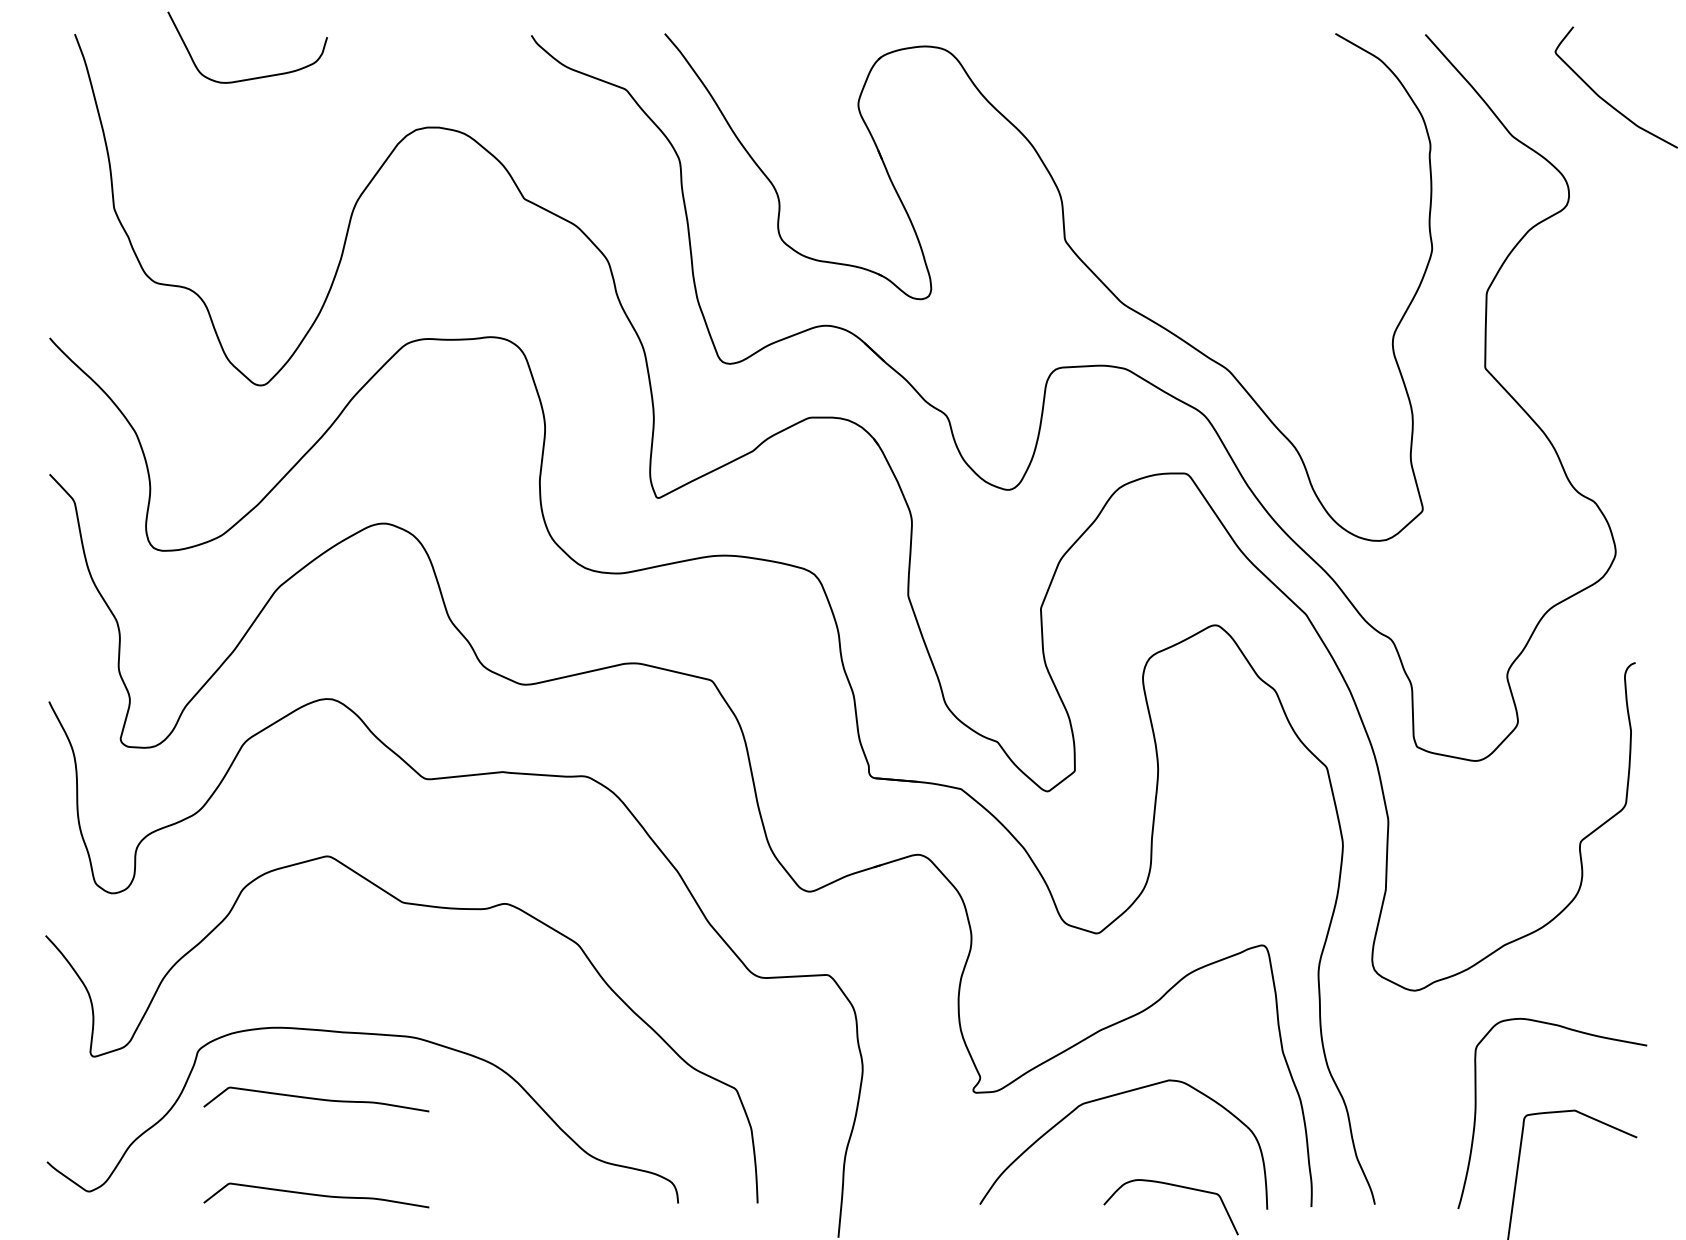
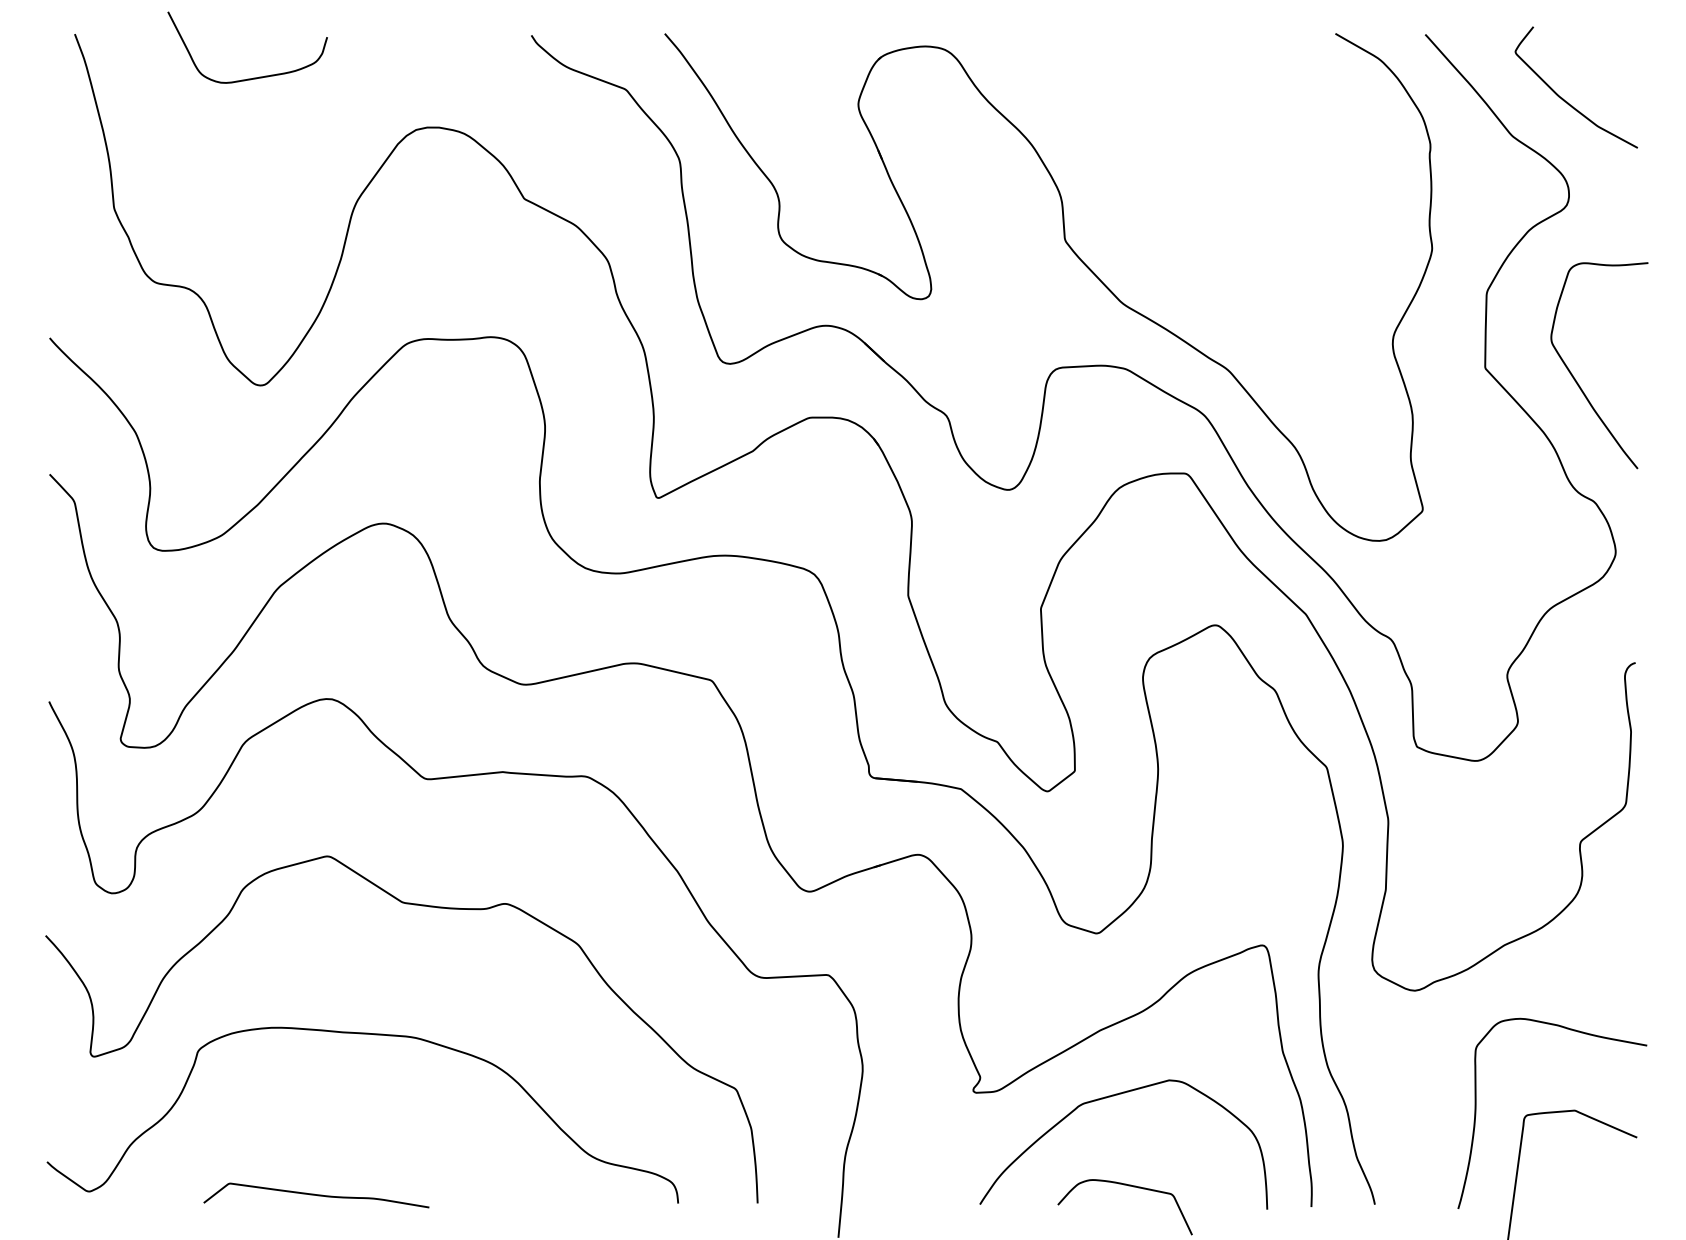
curve at (1607, 101) position: (1607, 101) -> (1567, 101)
curve at (1577, 381): none -> present
curve at (316, 1099): present -> none
curve at (1174, 1186) position: (1174, 1186) -> (1128, 1186)
